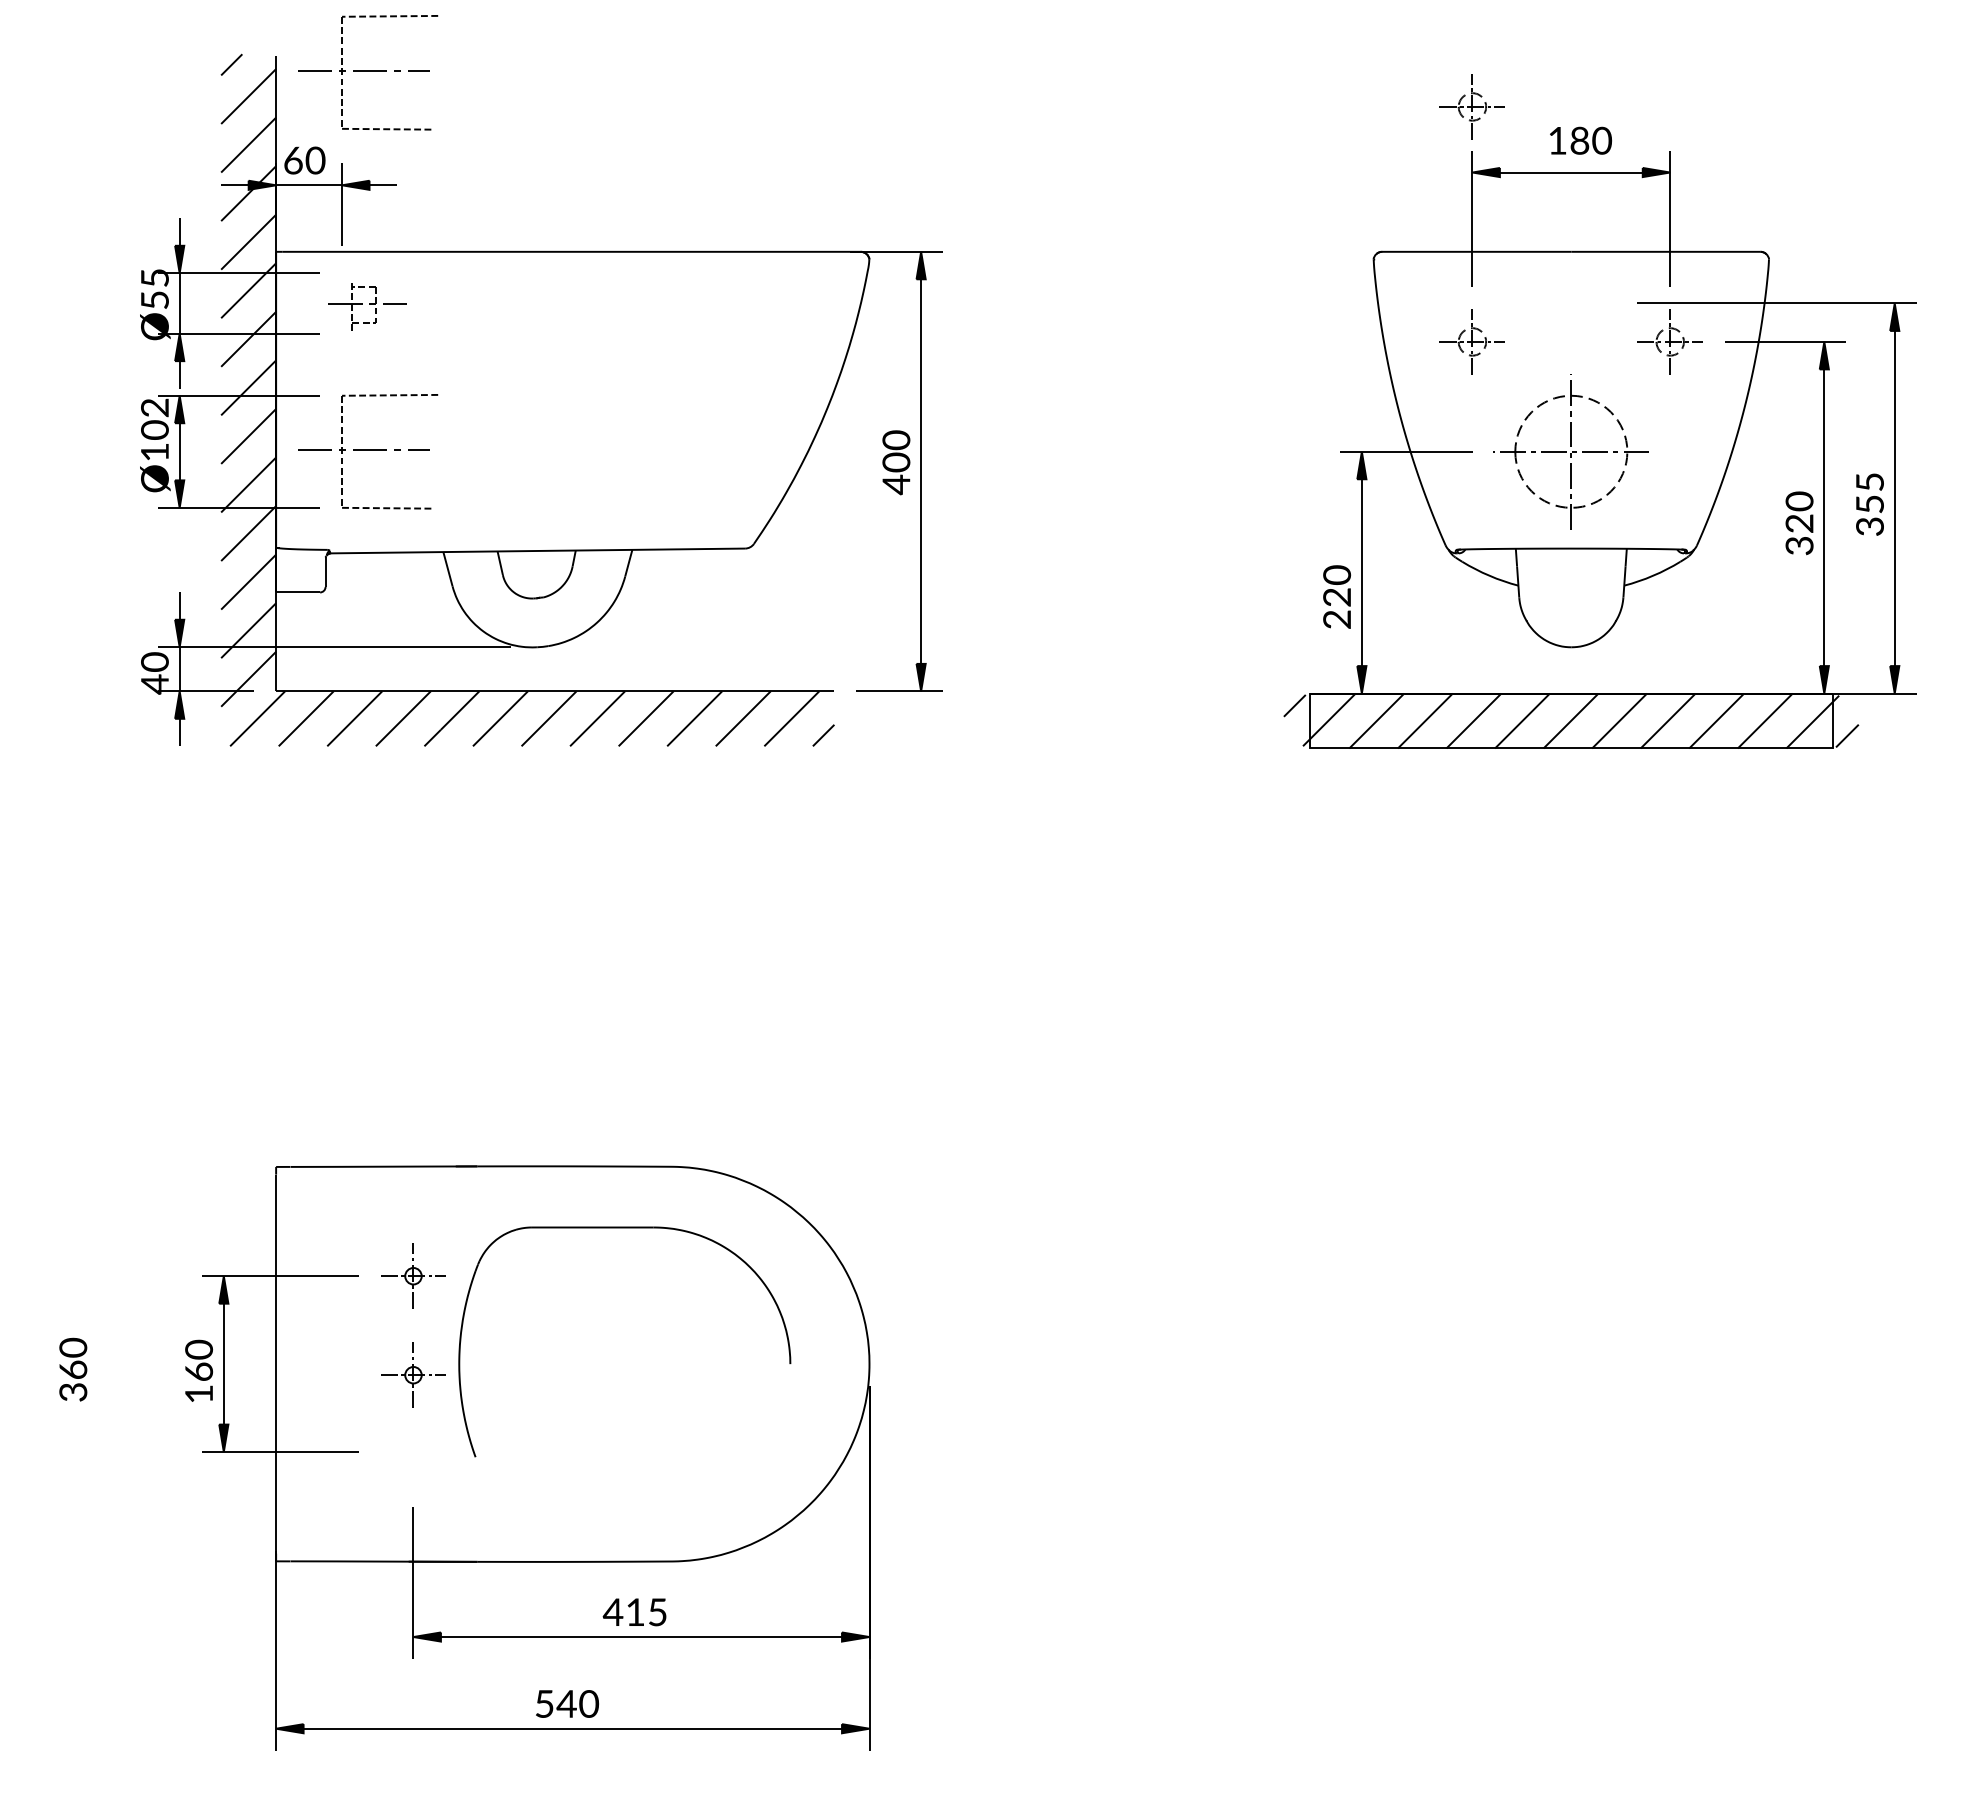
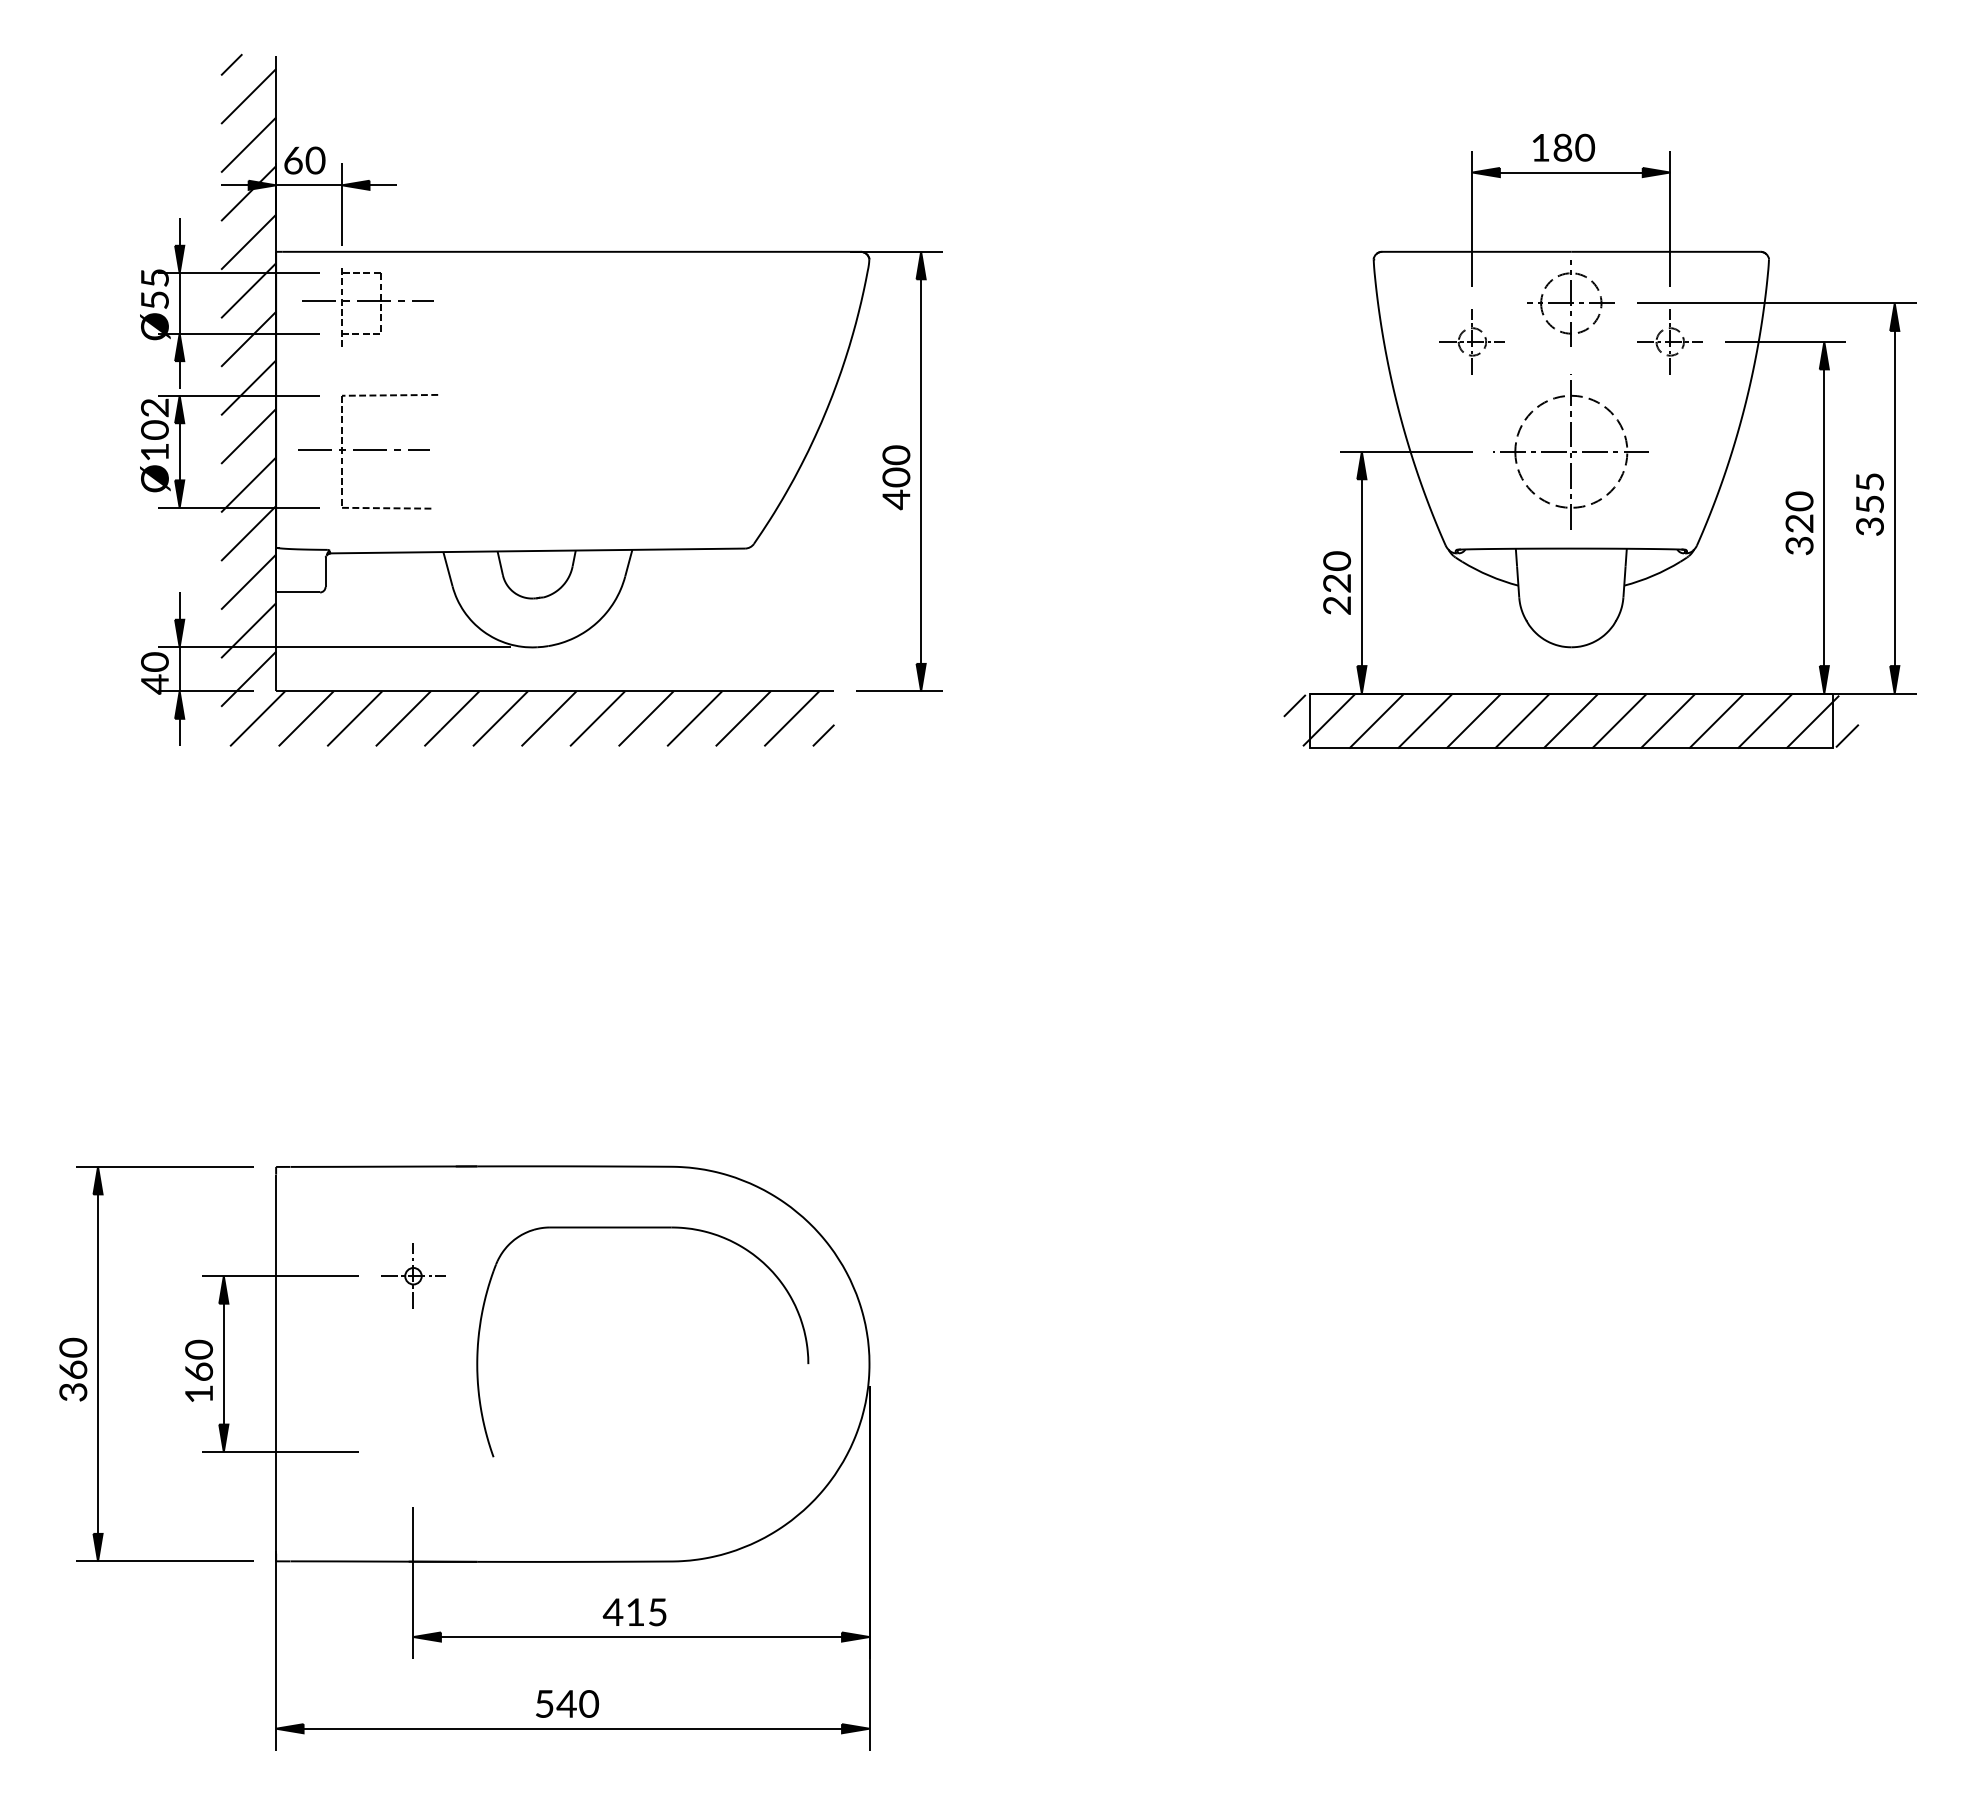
part at (368, 72): present -> none
part at (1471, 106): present -> none
text at (1581, 140) position: (1581, 140) -> (1564, 147)
part at (1570, 303): none -> present
part at (367, 306) size: 79x48 px -> 132x79 px
text at (896, 462) position: (896, 462) -> (896, 477)
text at (1337, 596) position: (1337, 596) -> (1337, 582)
part at (624, 1228) position: (624, 1228) -> (642, 1228)
part at (98, 1363): none -> present
part at (413, 1374): present -> none
